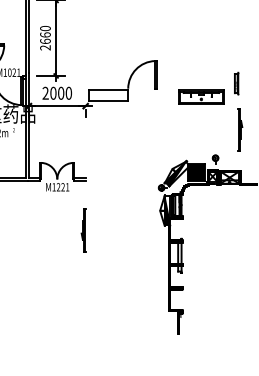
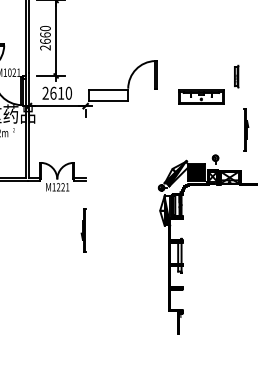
part at (236, 83) position: (236, 83) -> (236, 76)
text at (57, 92): 2000 -> 2610
part at (240, 129) position: (240, 129) -> (246, 129)
